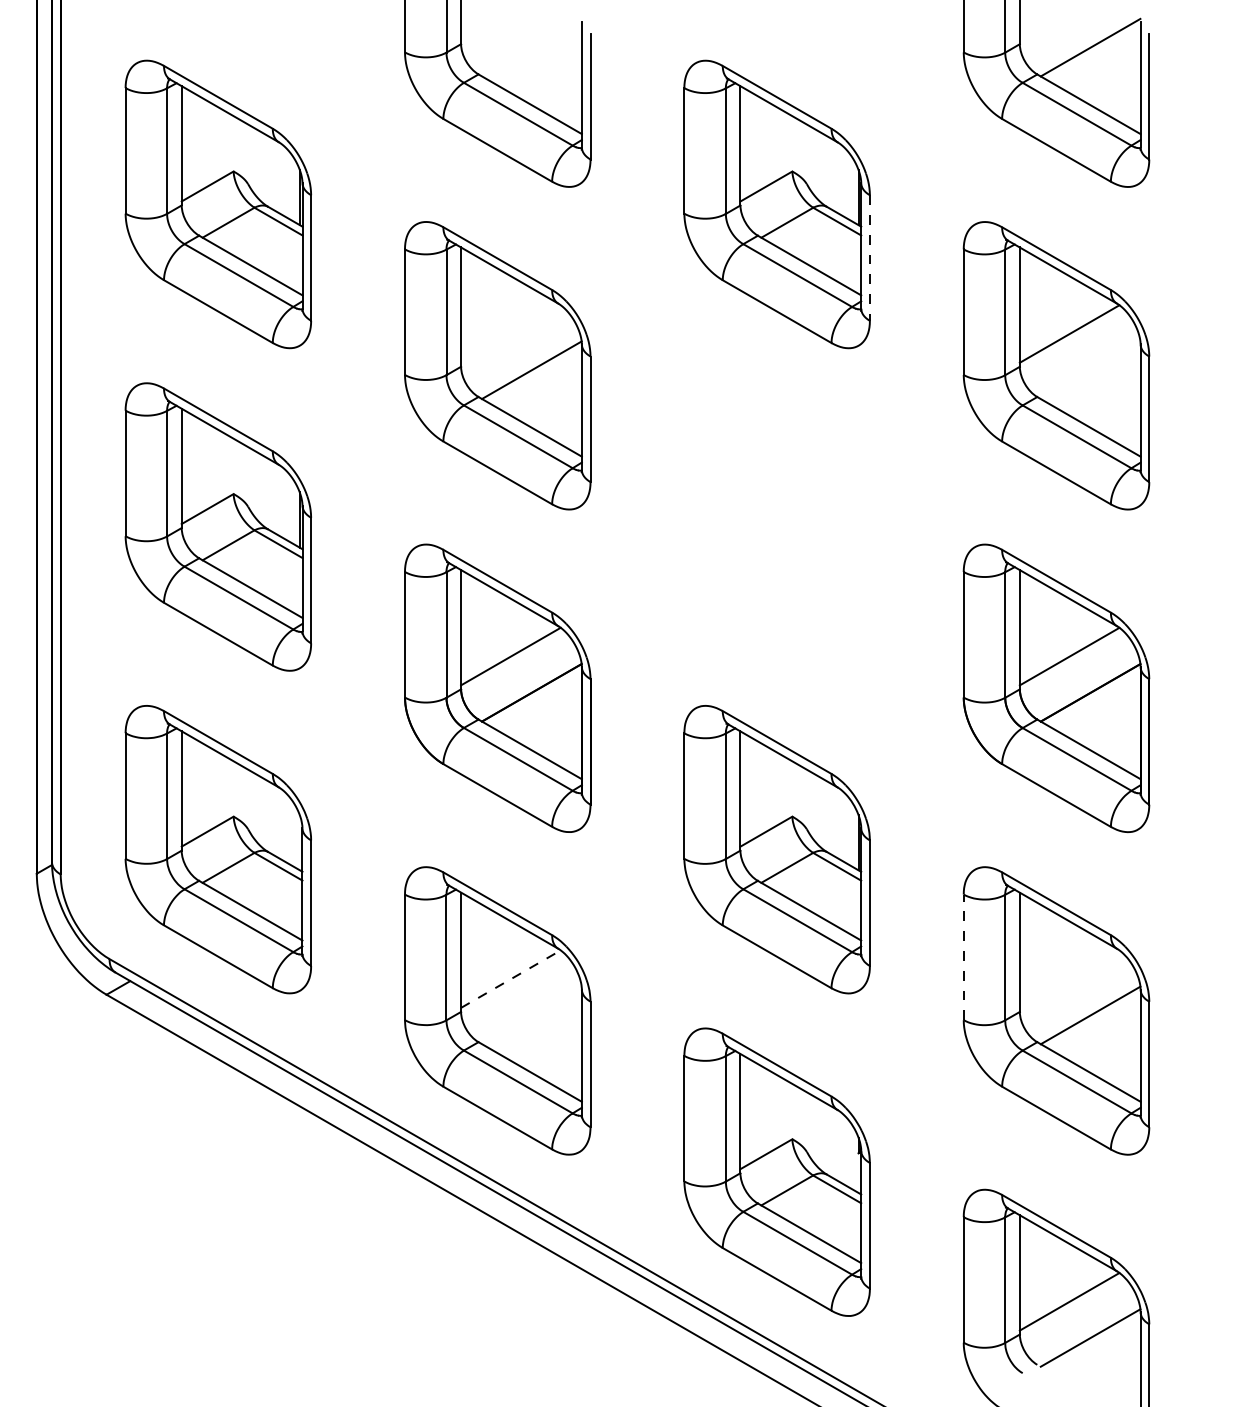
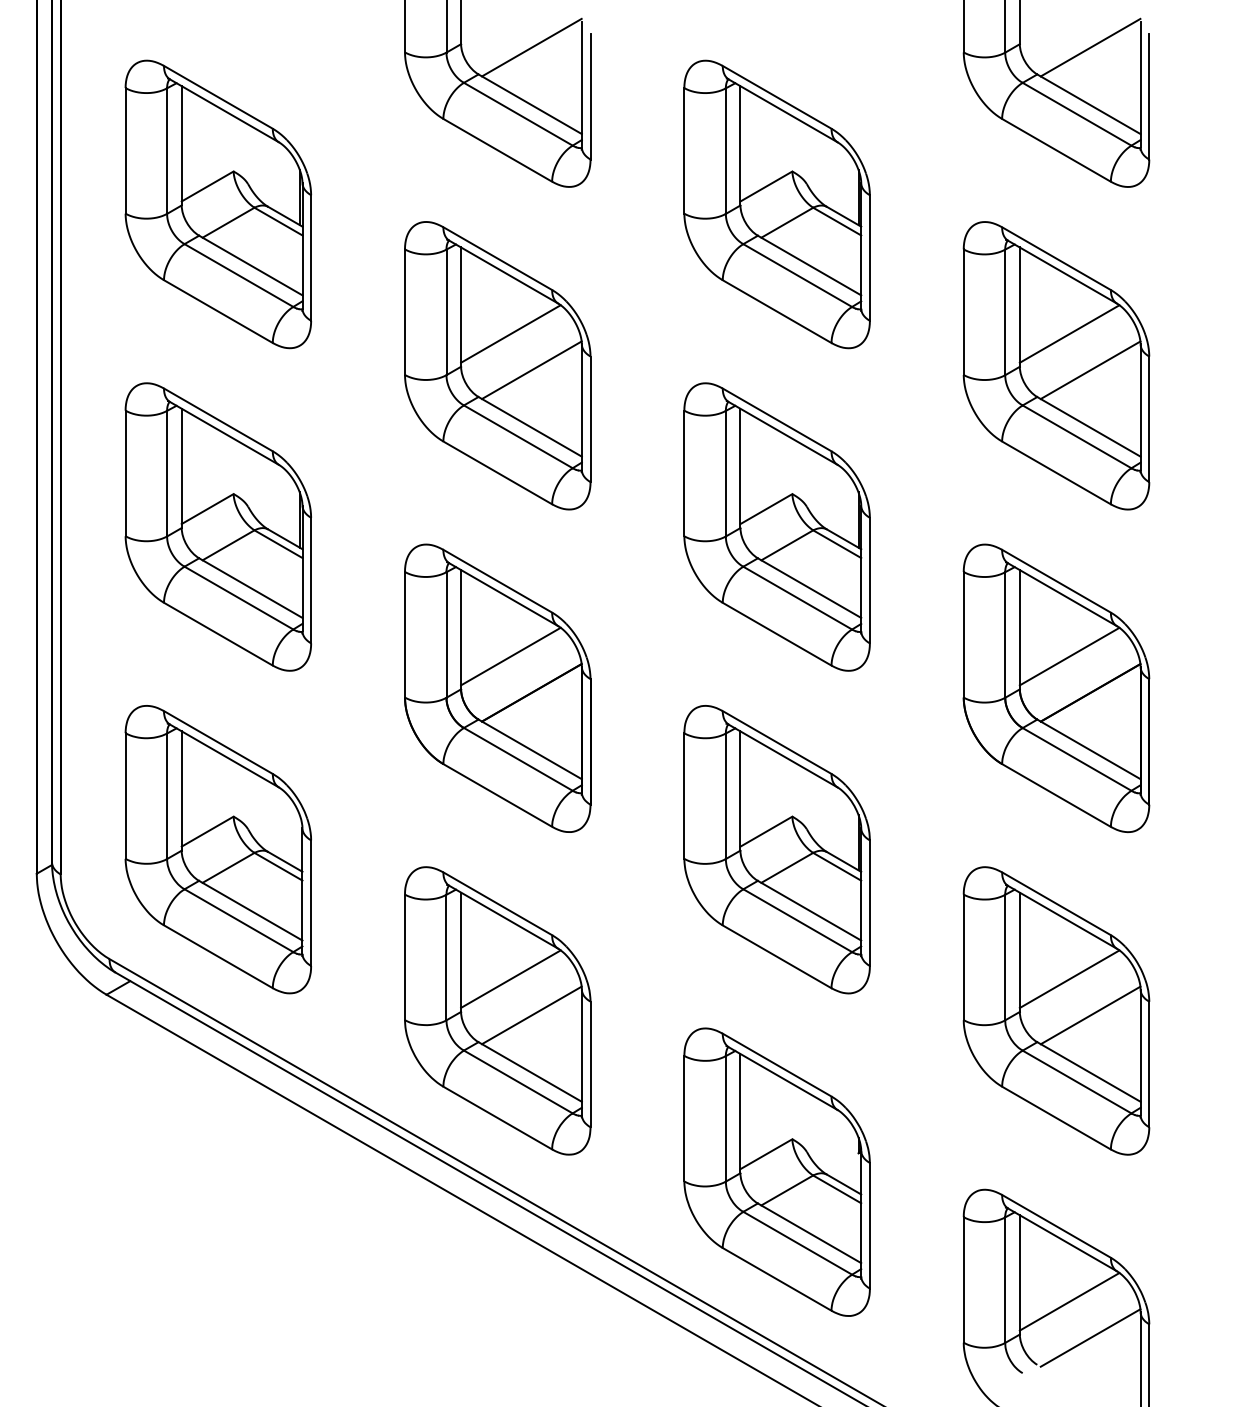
line at (531, 47): none -> present
line at (869, 258): dashed -> solid
line at (510, 333): none -> present
line at (1090, 370): none -> present
part at (776, 526): none -> present
line at (963, 957): dashed -> solid
line at (510, 979): dashed -> solid
line at (1069, 979): none -> present
line at (531, 1015): none -> present
